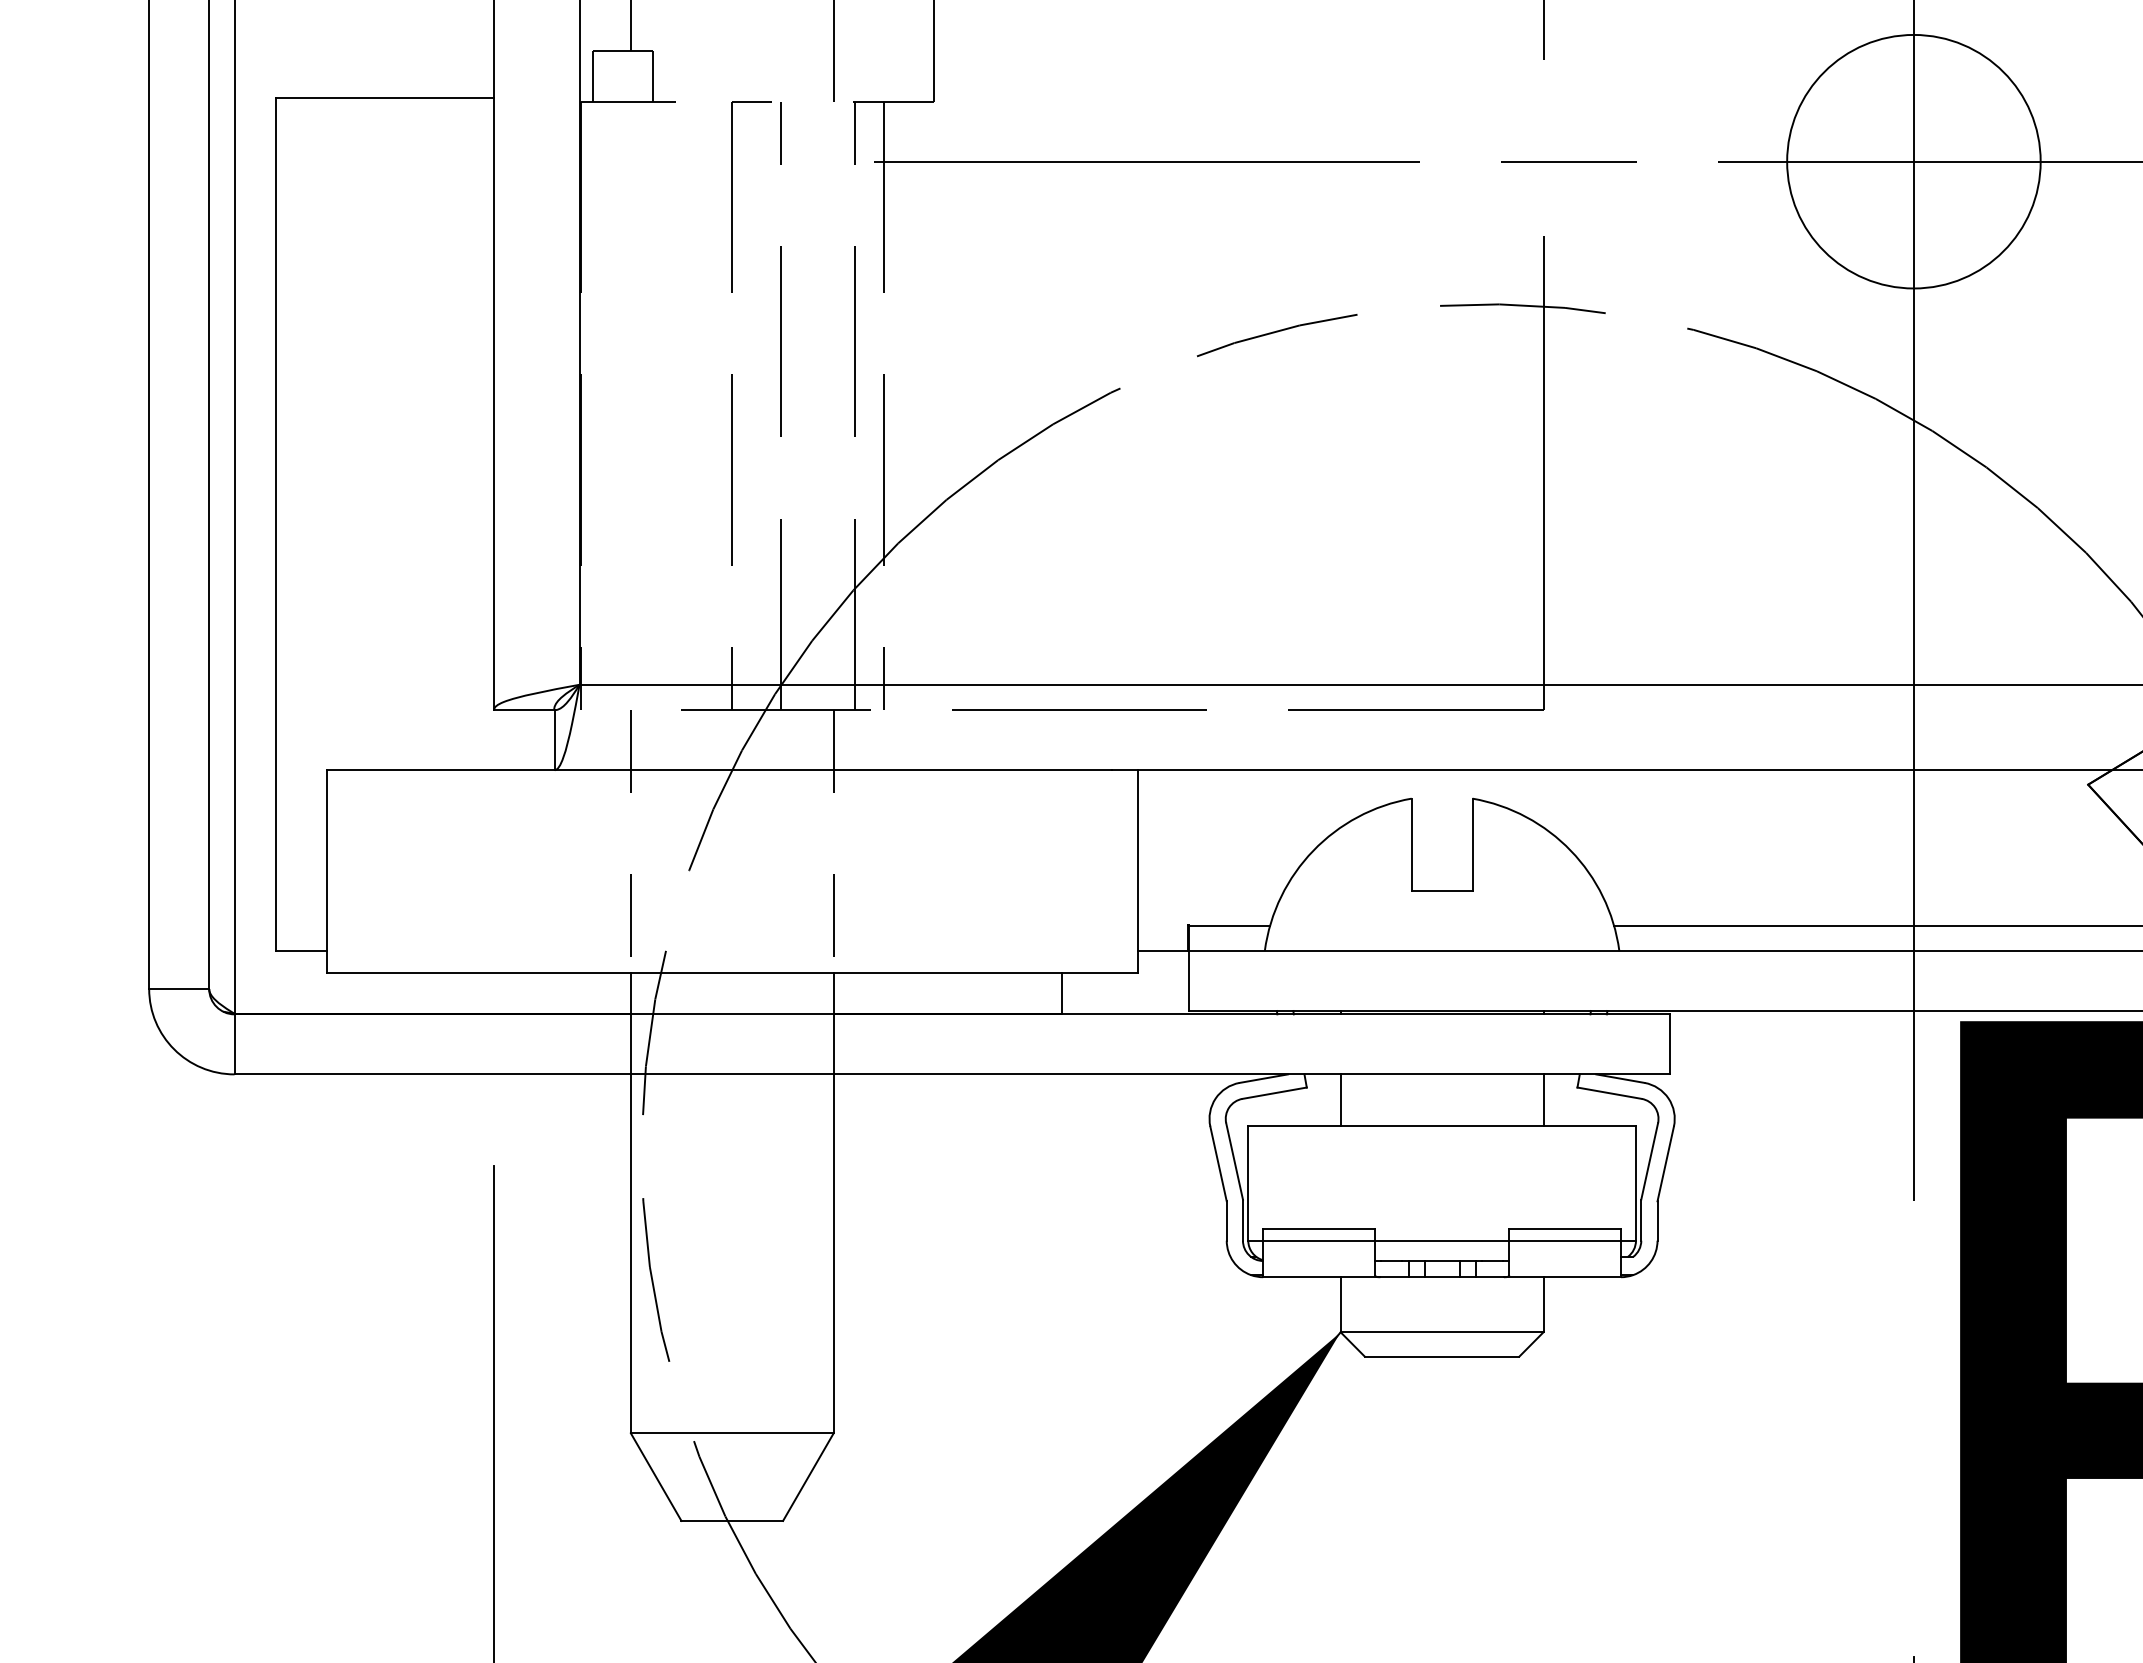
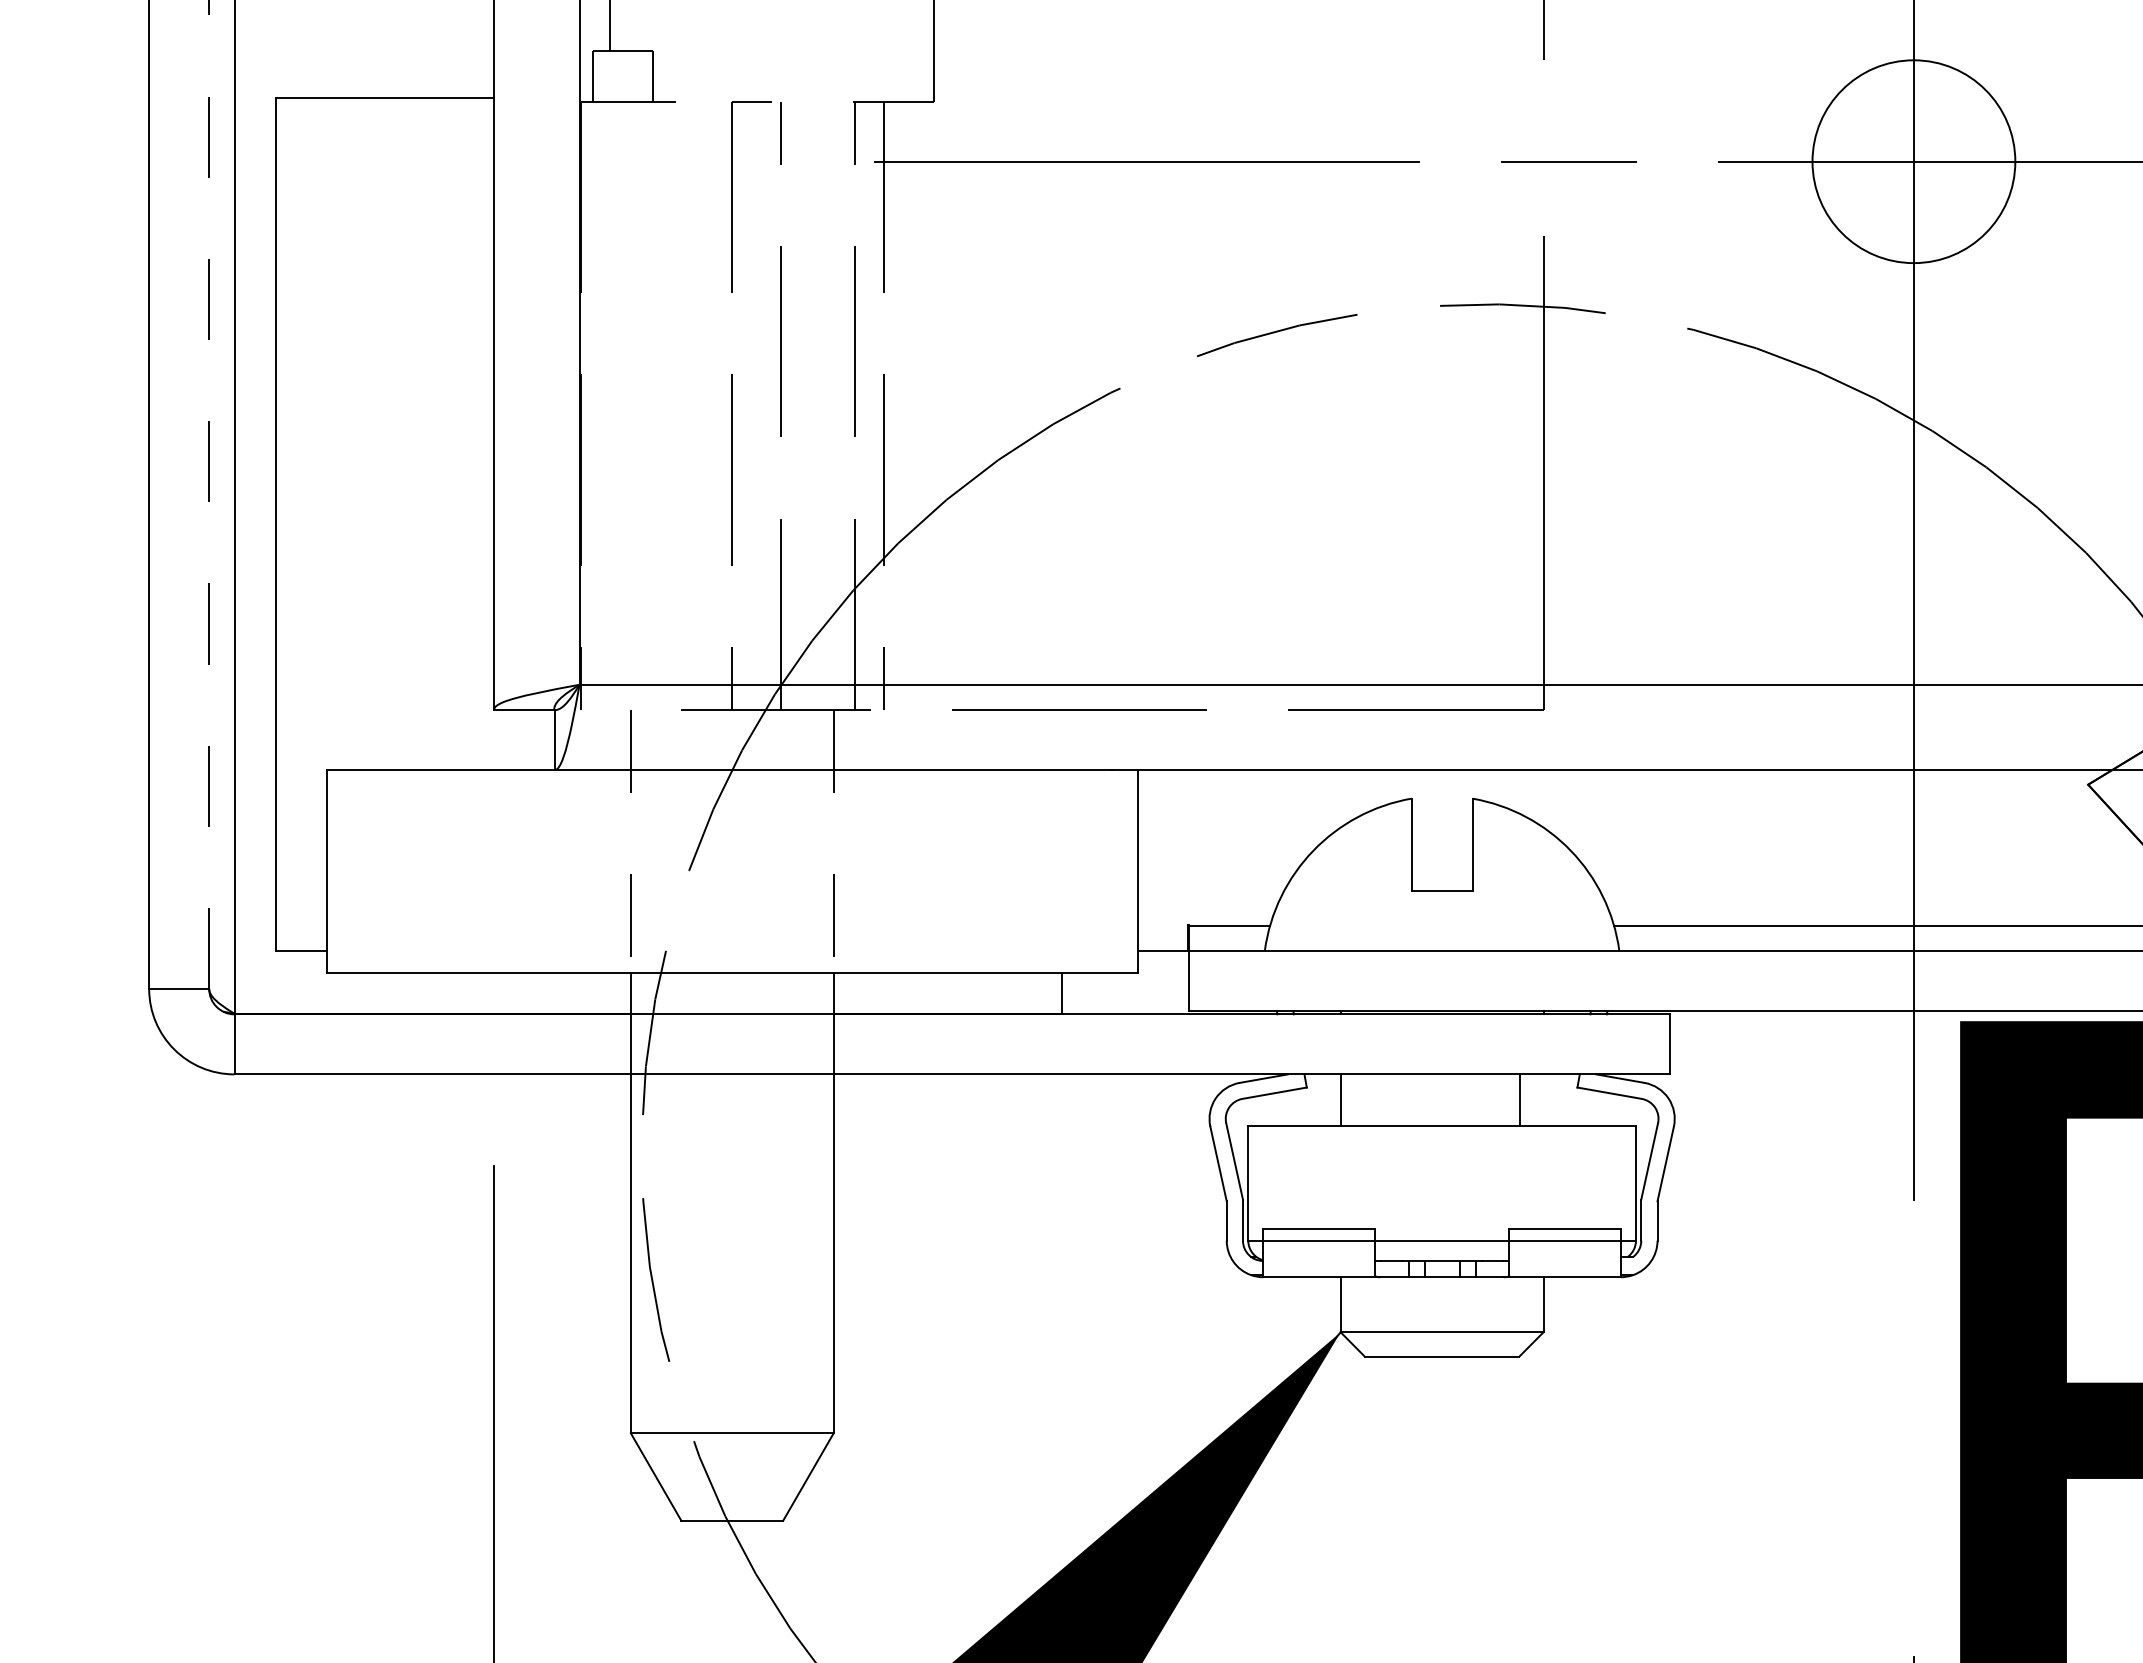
line at (630, 26) position: (630, 26) -> (609, 26)
line at (833, 51): present -> none
circle at (1913, 161) diameter: 254 px -> 203 px
line at (209, 494): solid -> dashed
line at (1543, 1099) position: (1543, 1099) -> (1519, 1099)
